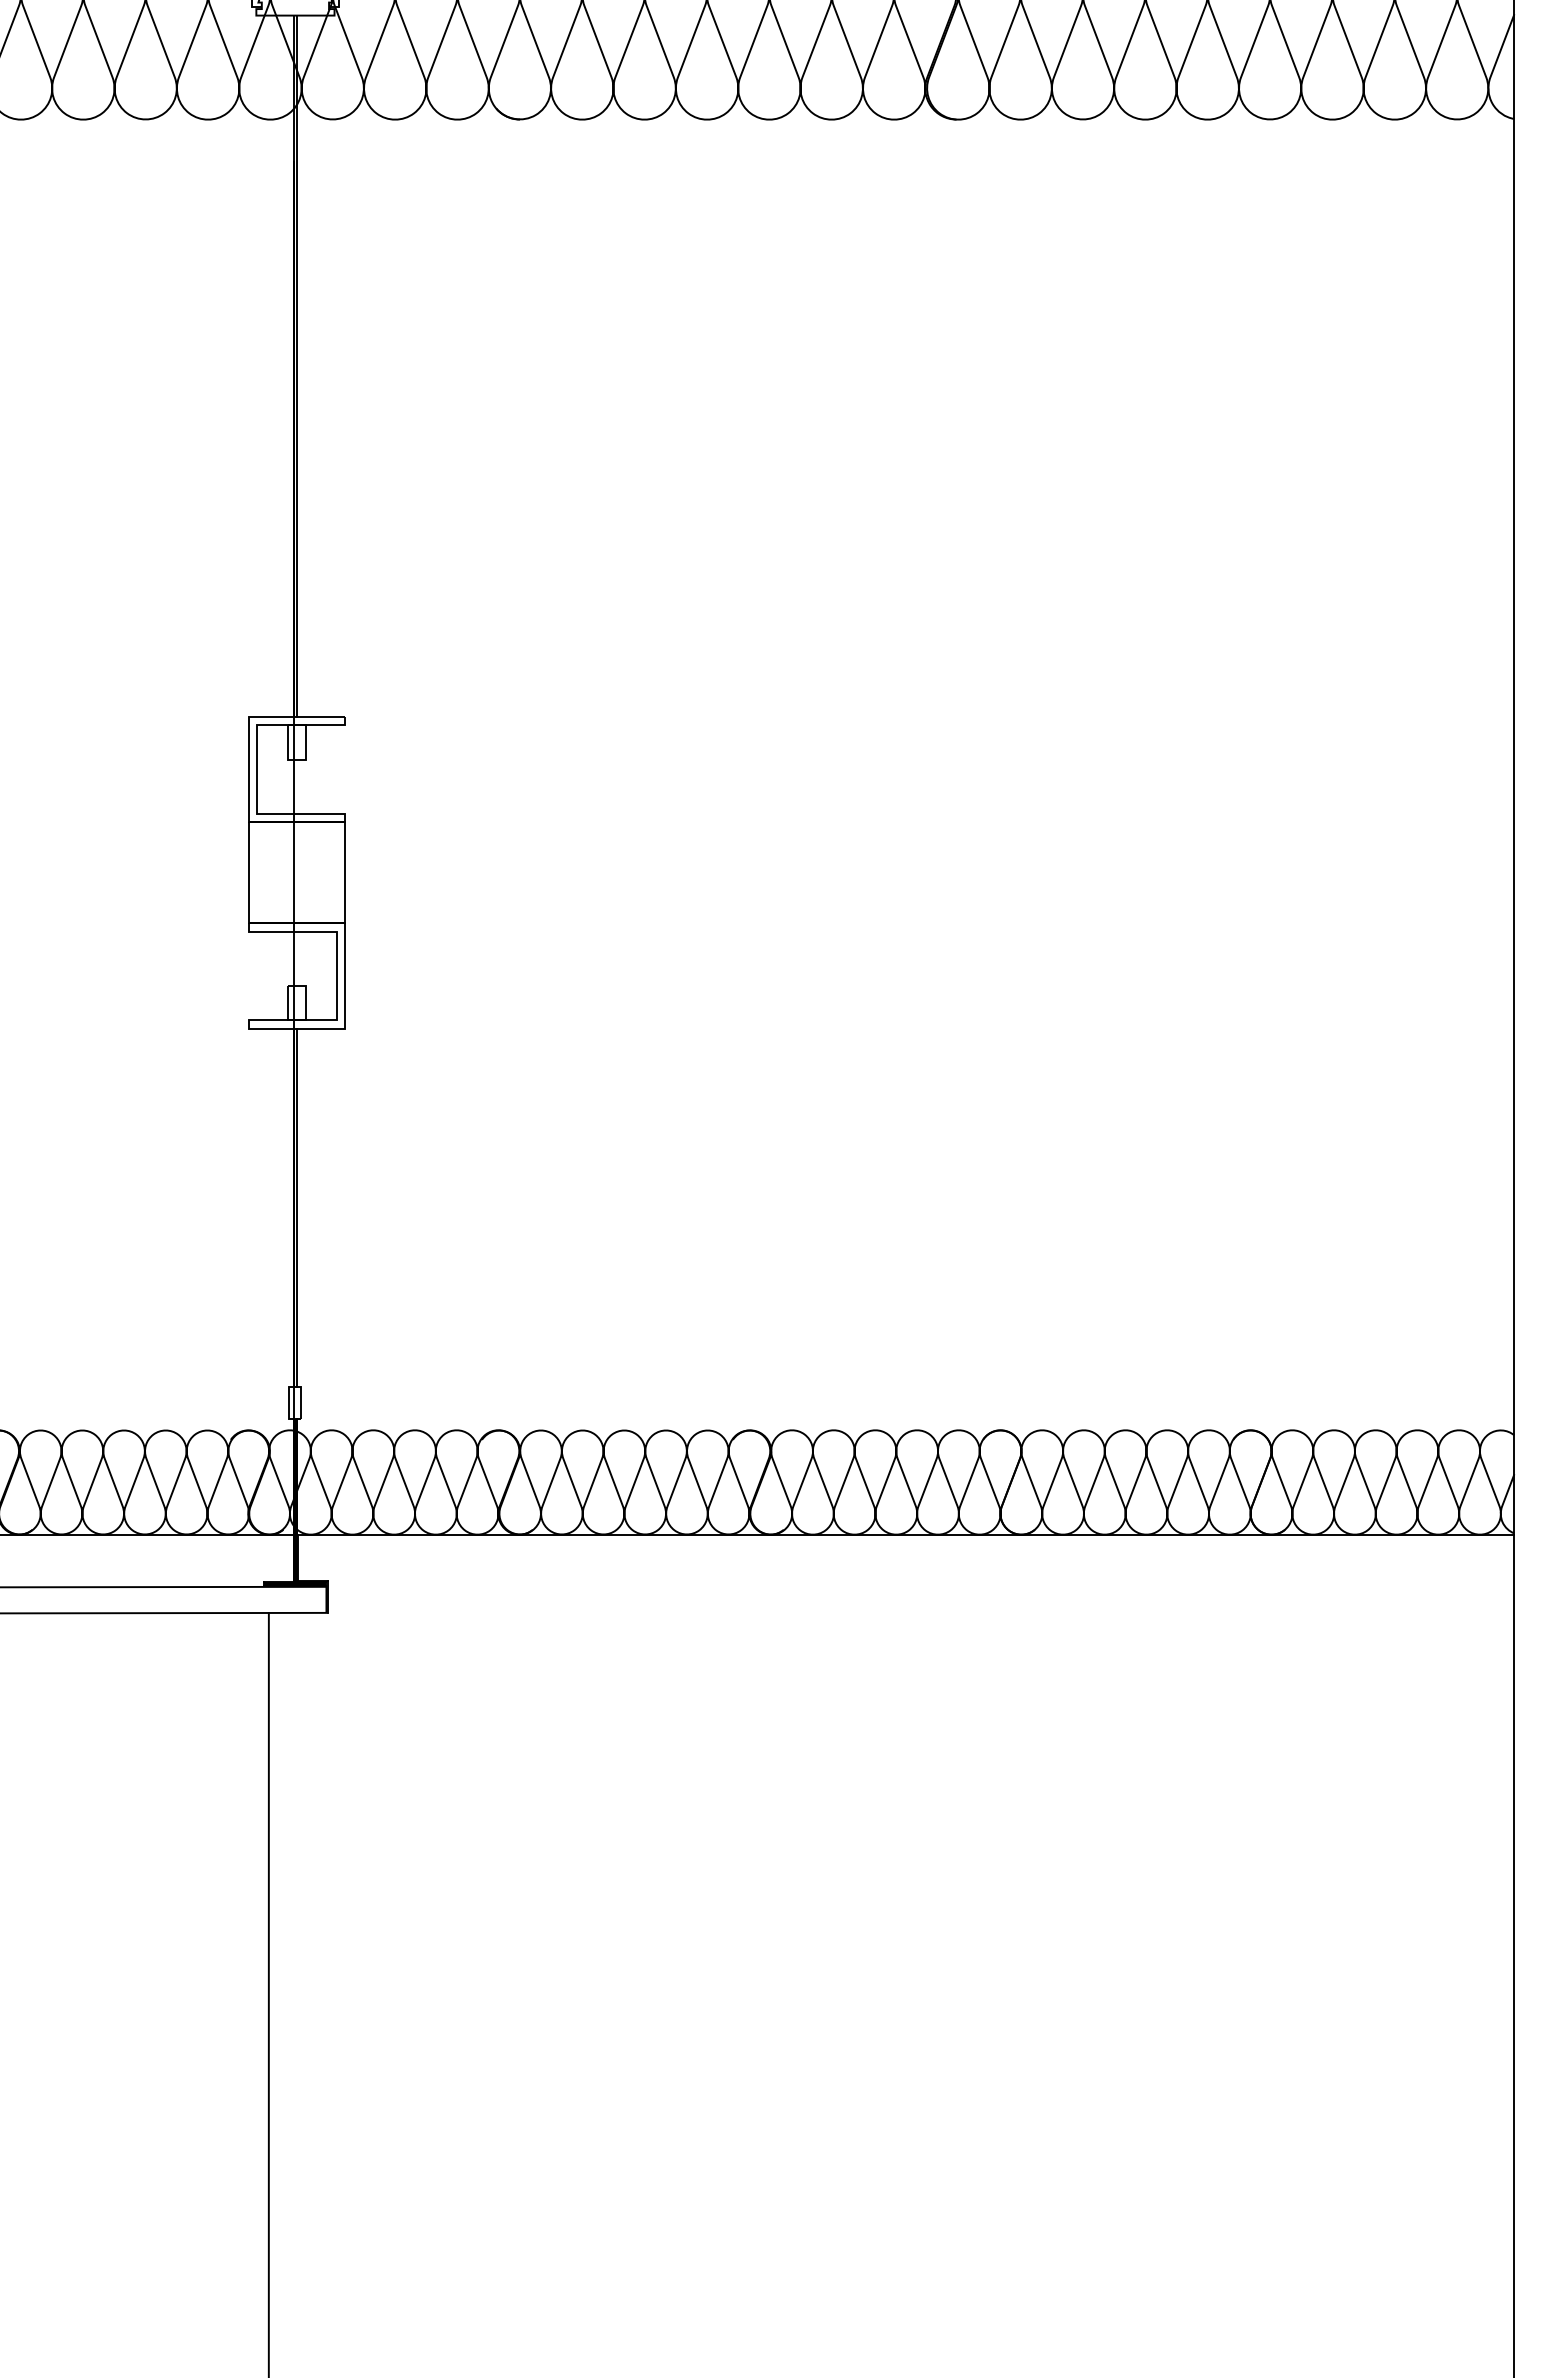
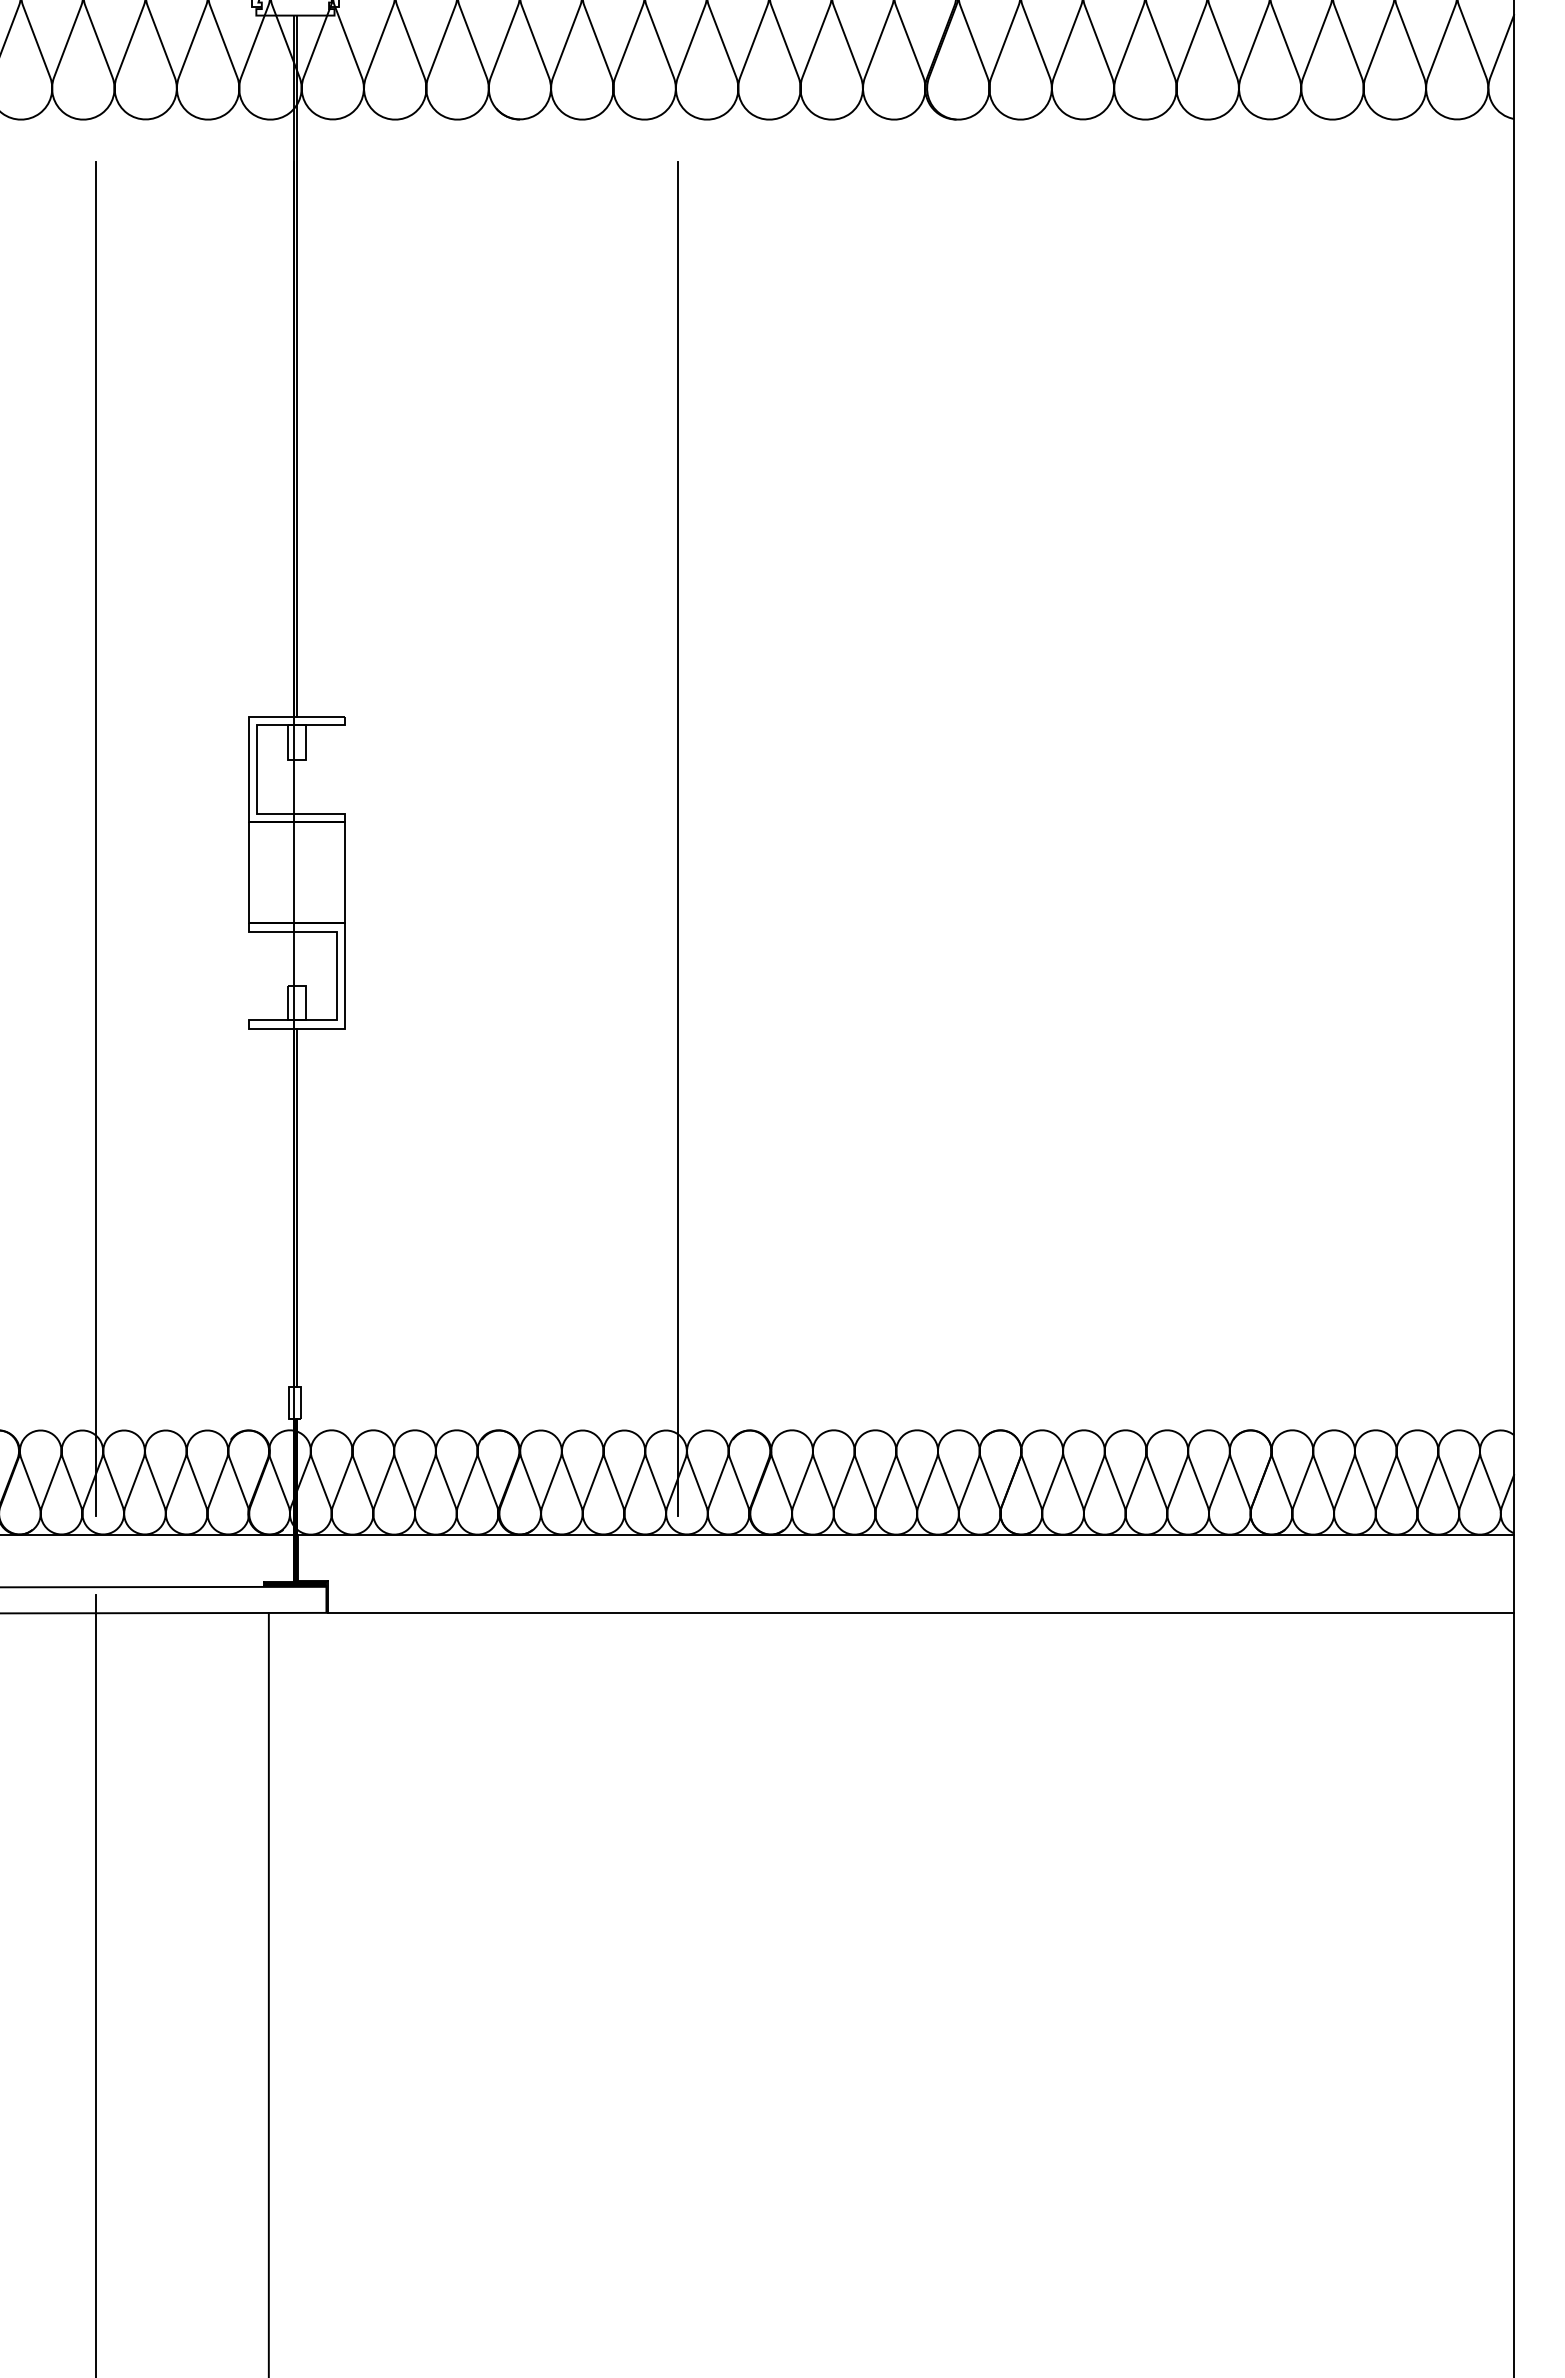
line at (96, 838): none -> present
line at (678, 838): none -> present
line at (920, 1612): none -> present
line at (96, 1984): none -> present
